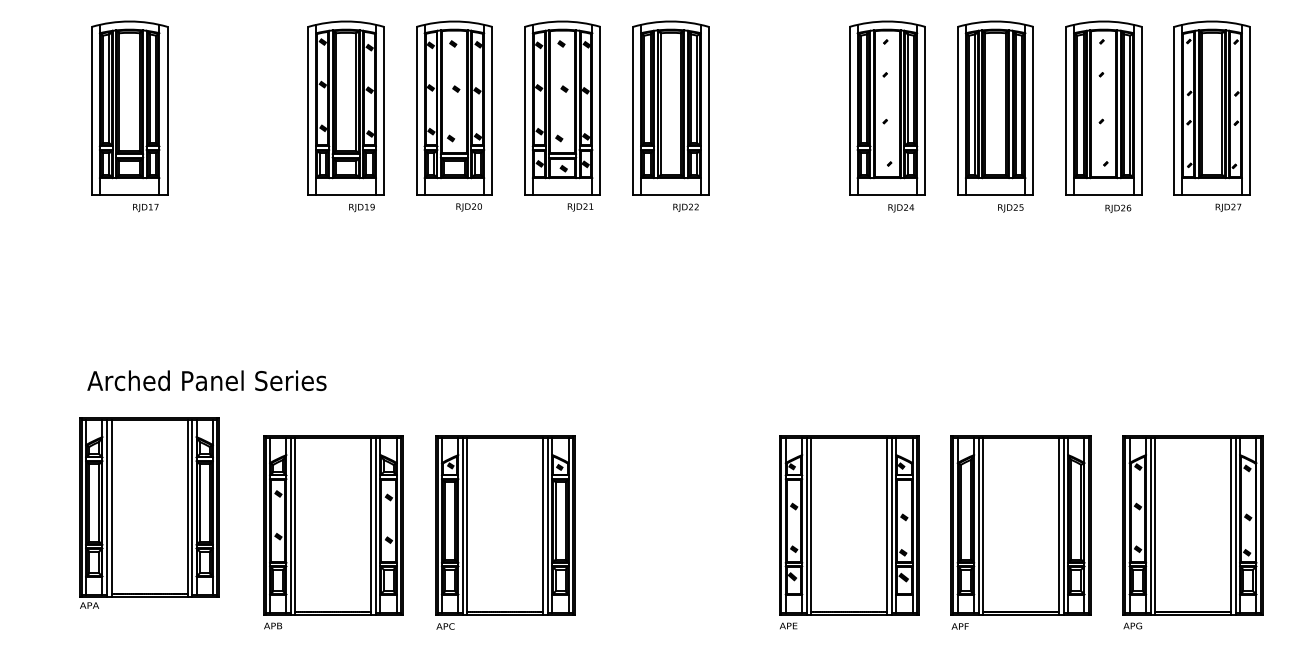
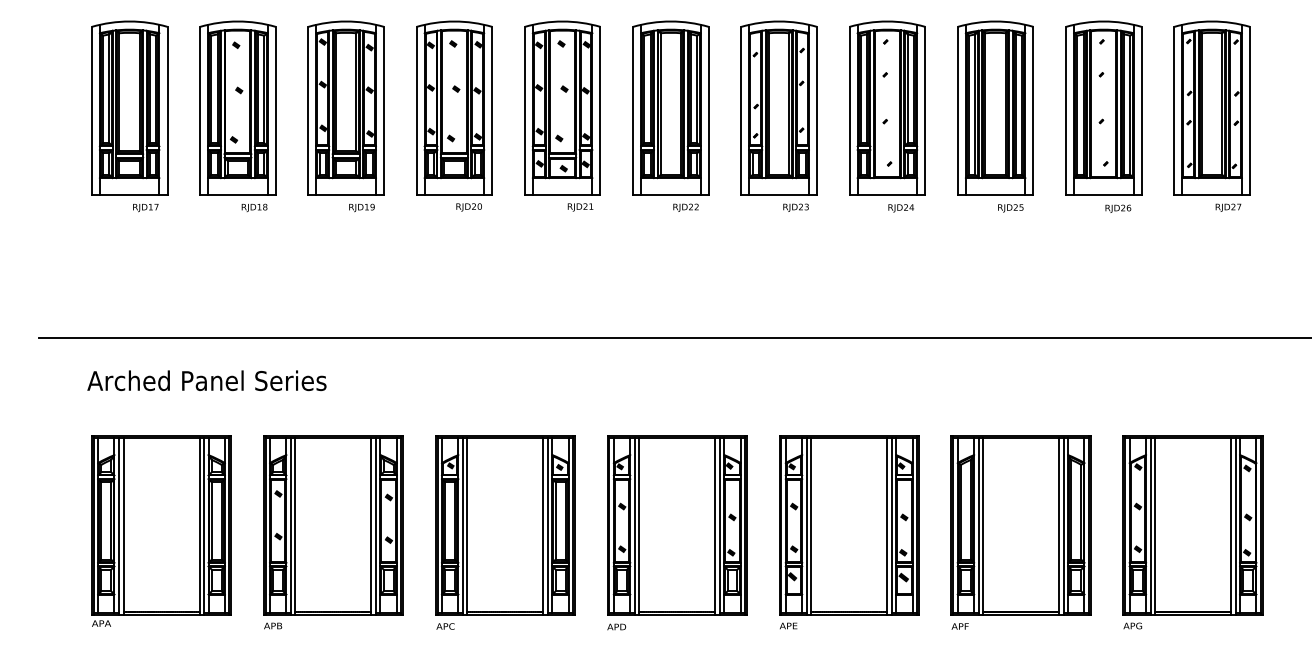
part at (778, 115): none -> present
part at (237, 116): none -> present
line at (673, 338): none -> present
part at (149, 512) position: (149, 512) -> (161, 530)
part at (677, 532): none -> present
